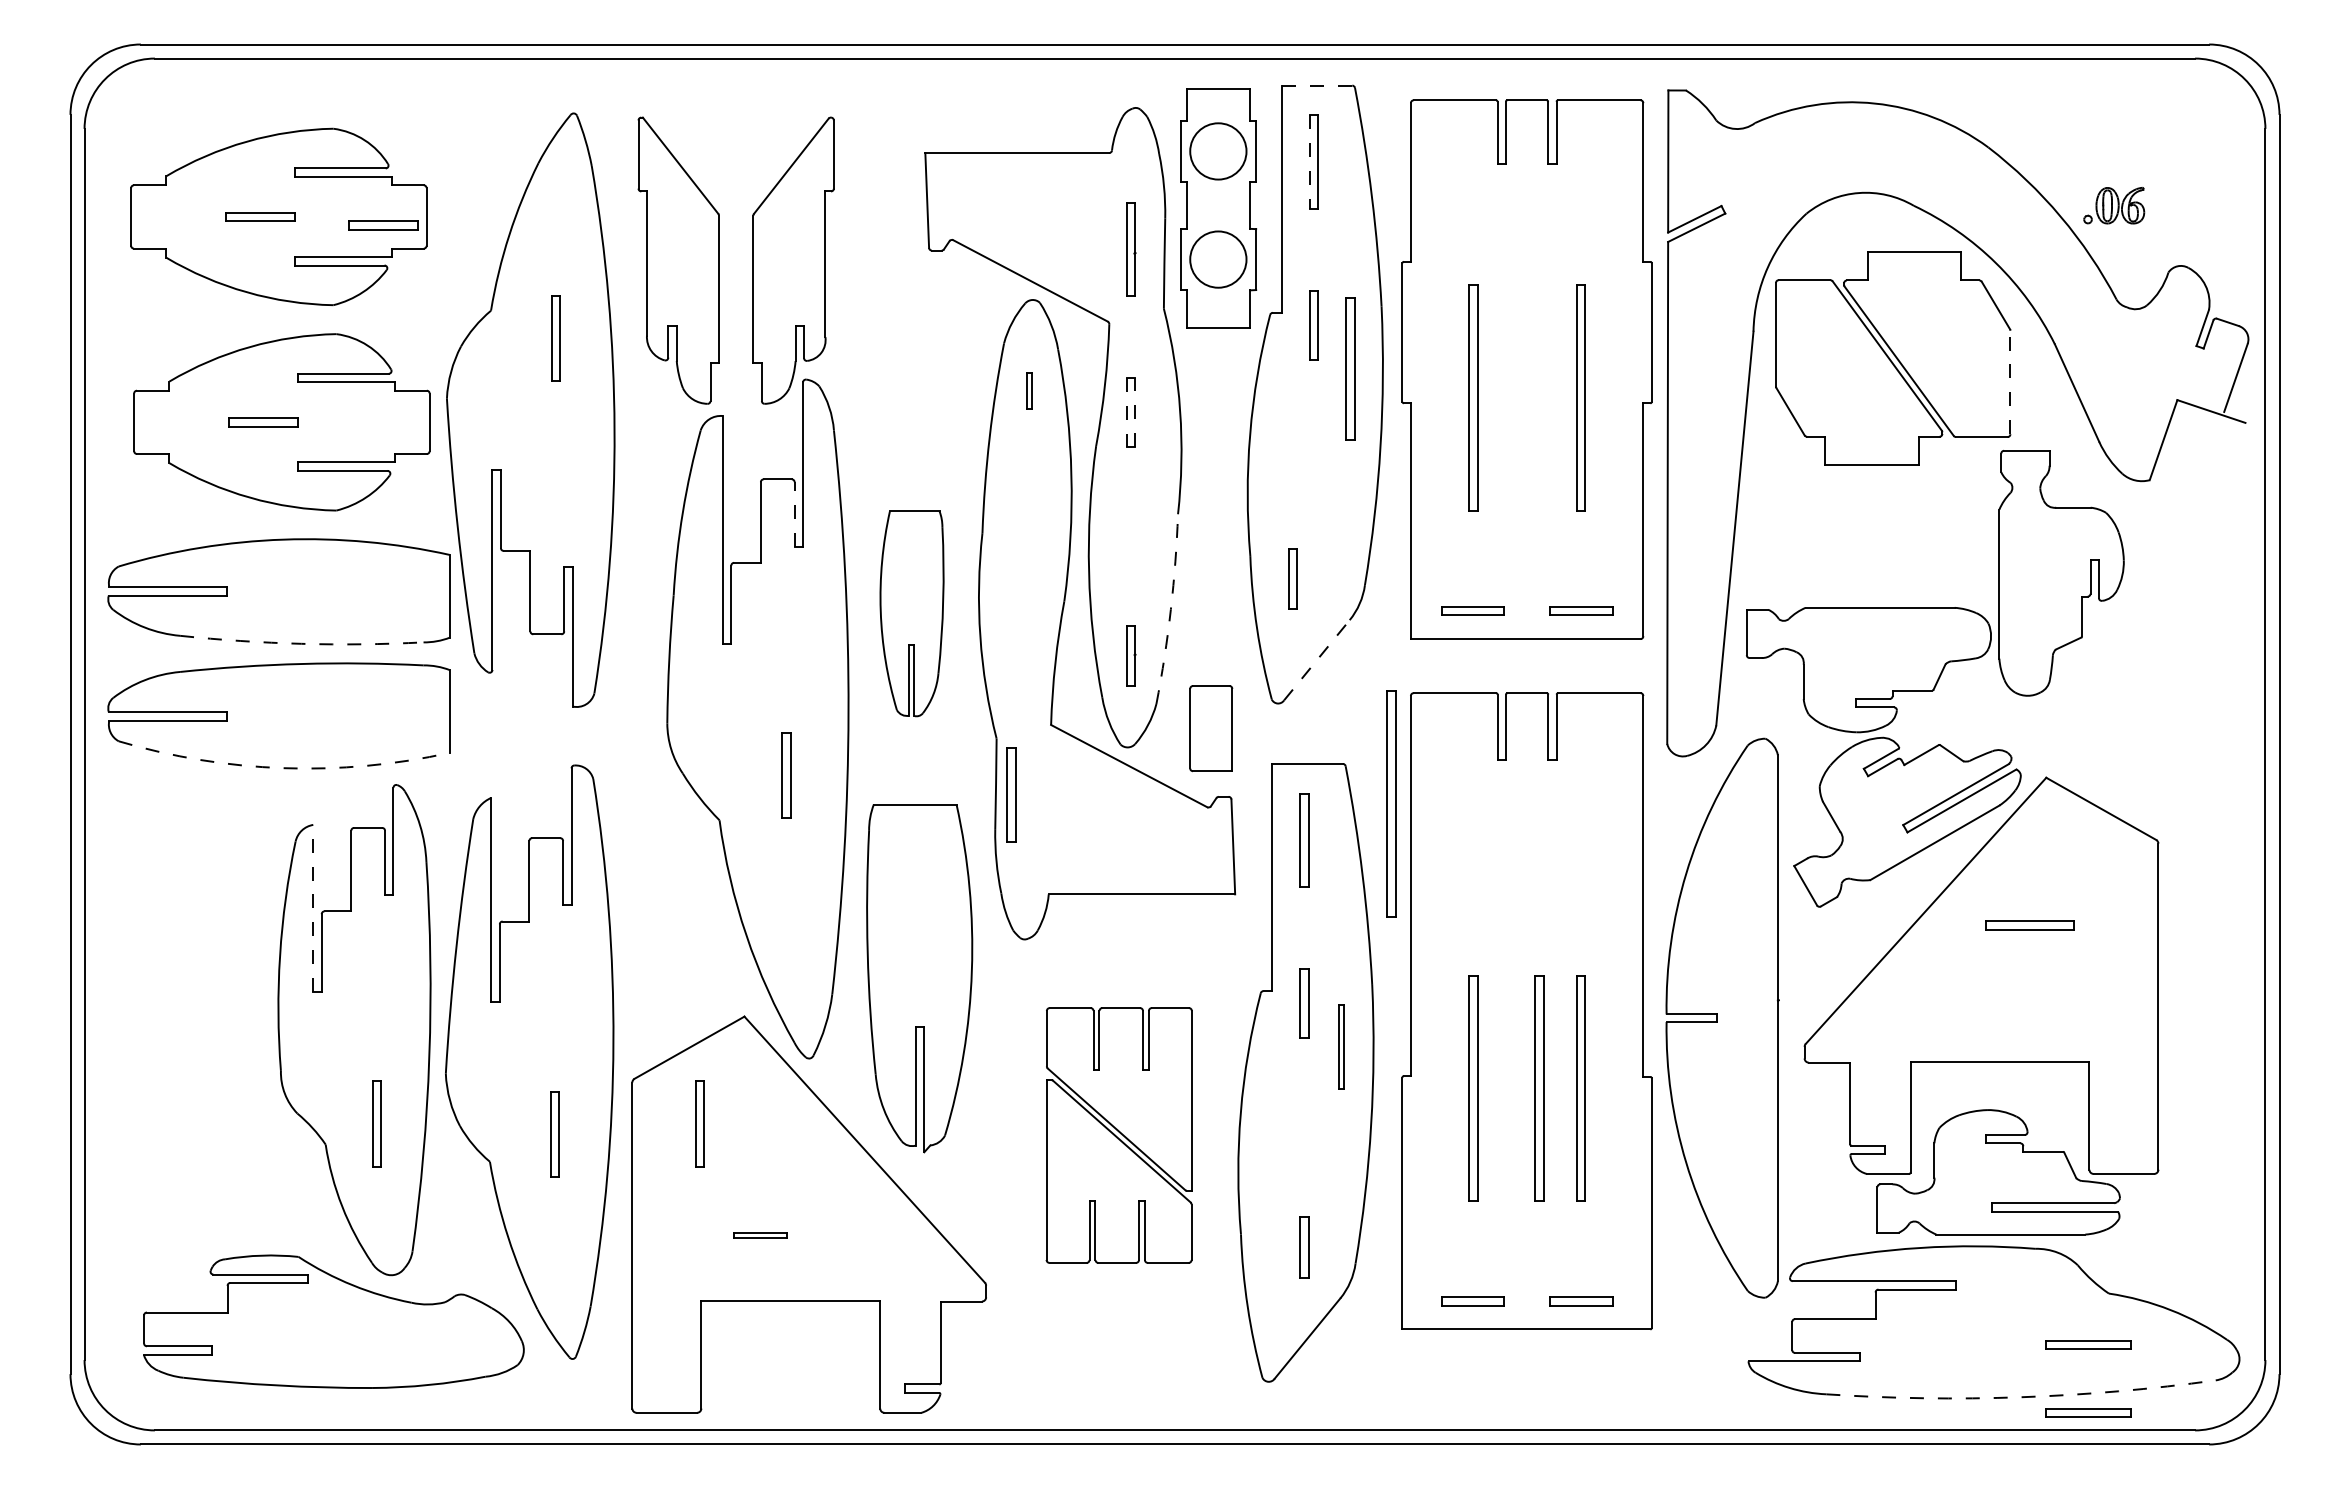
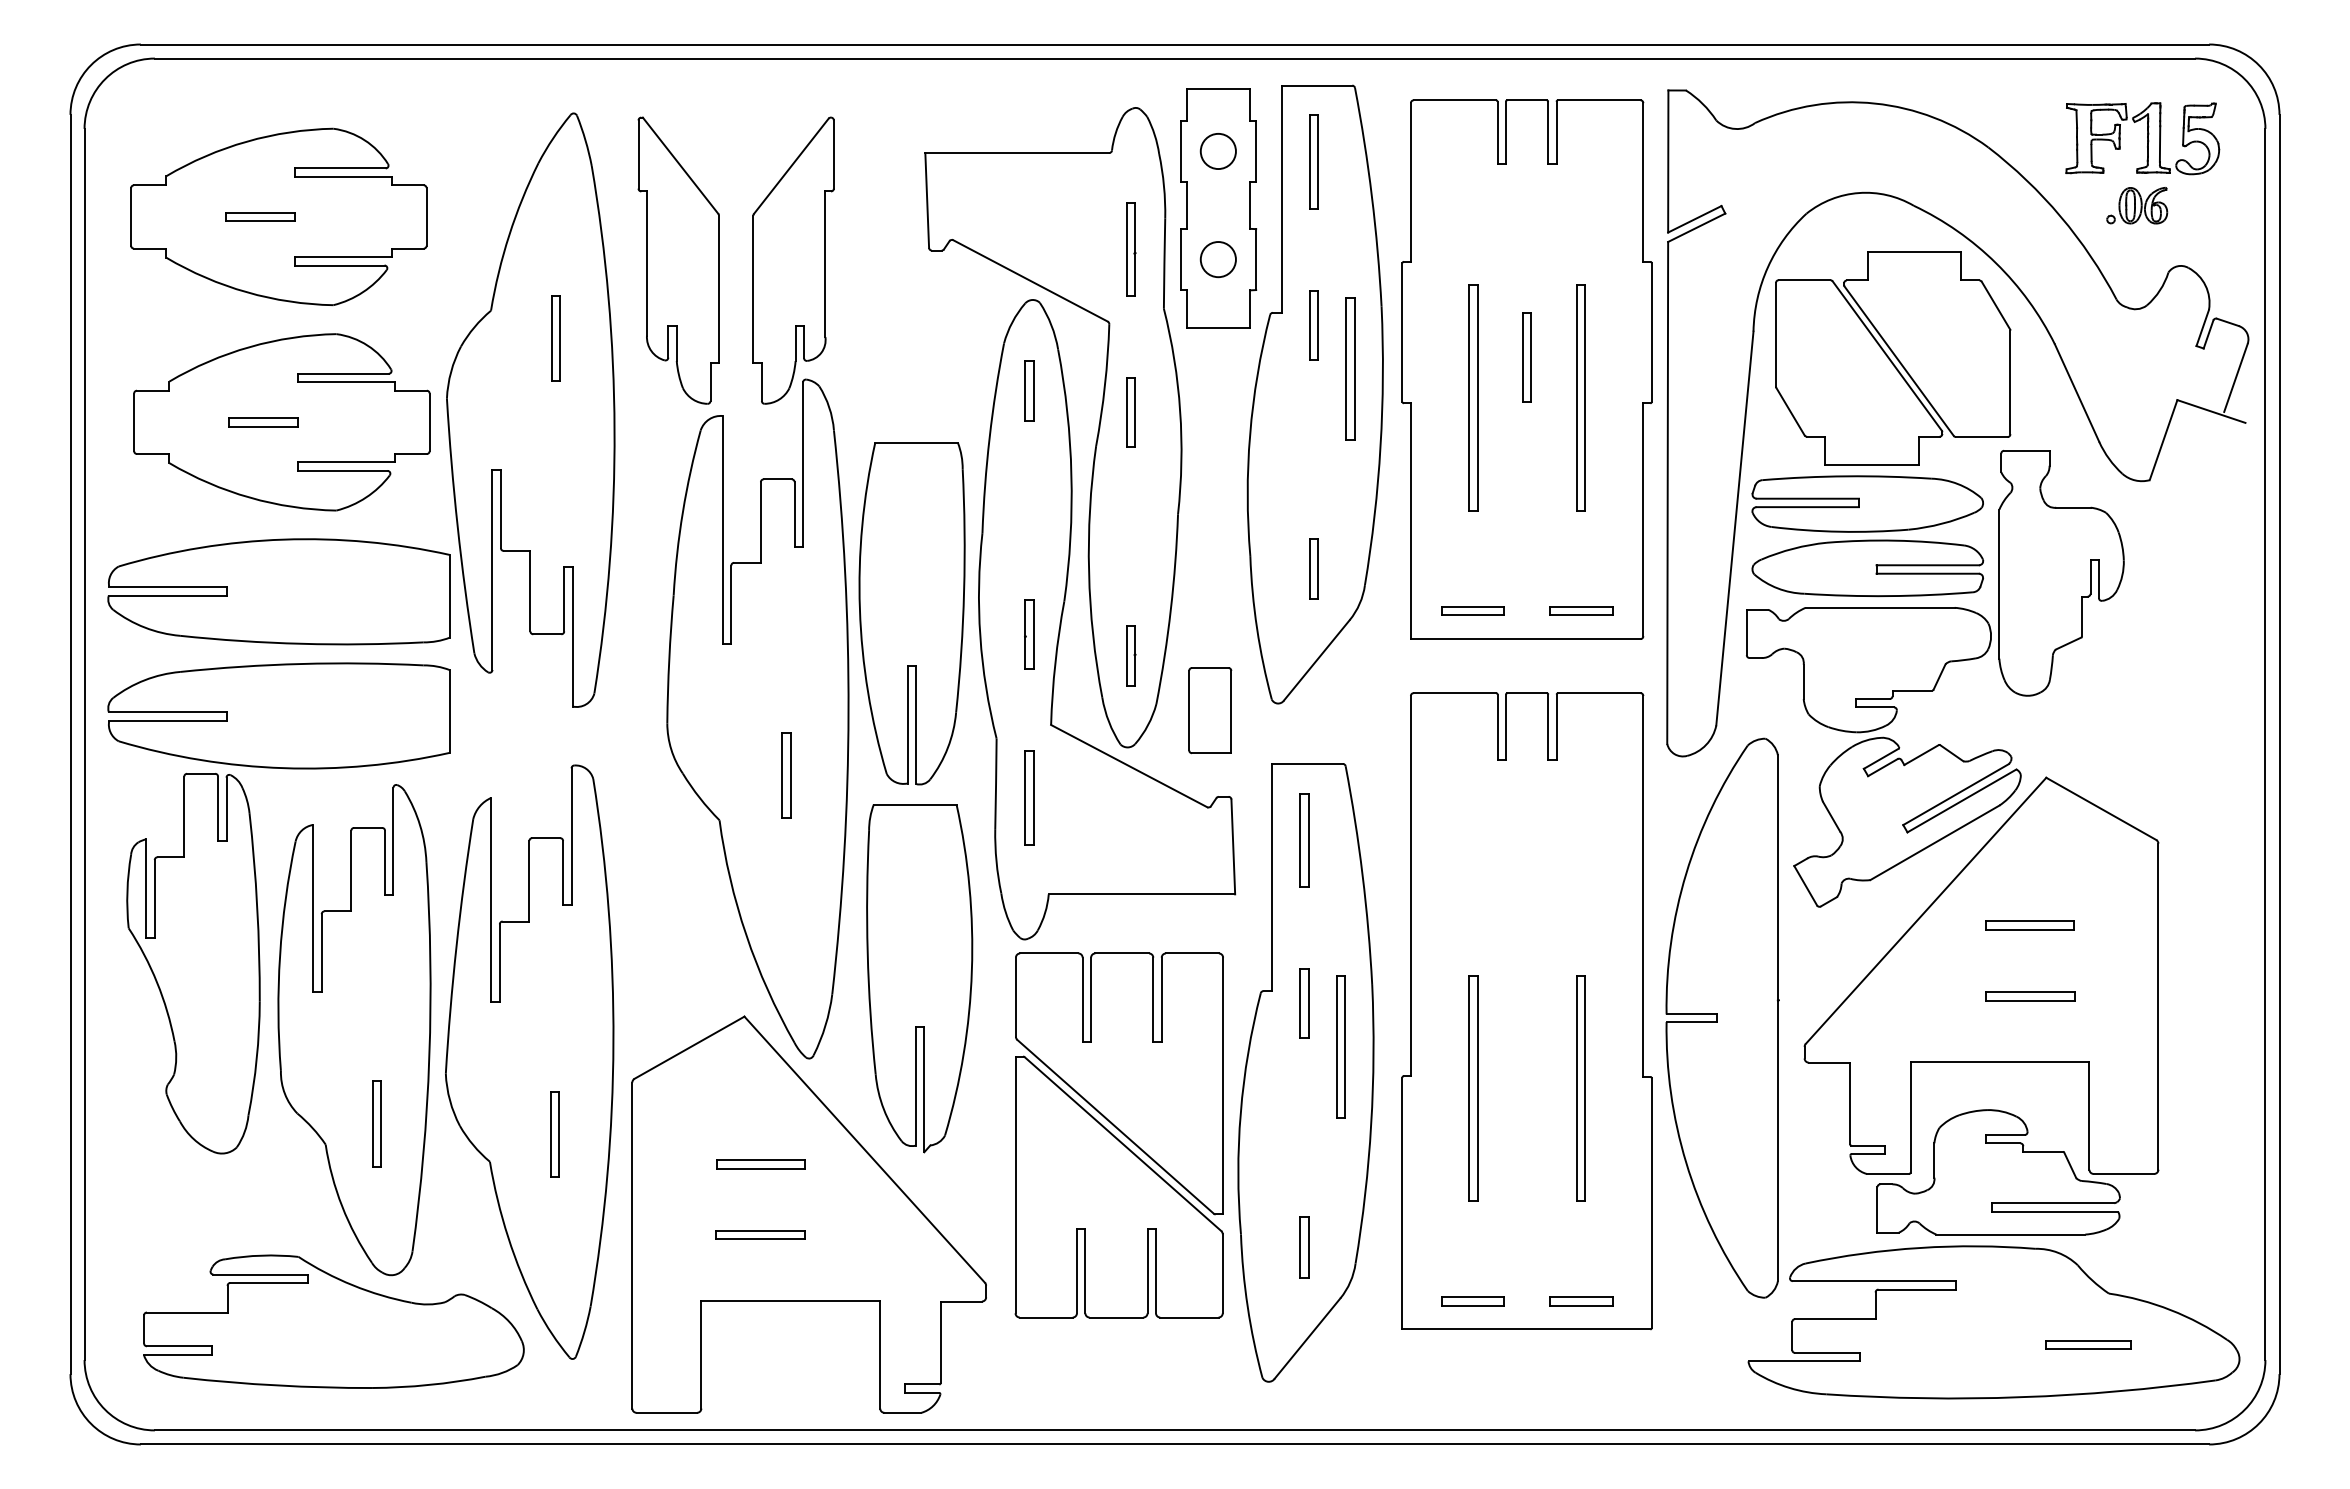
line at (1316, 85): dashed -> solid
part at (2142, 138): none -> present
circle at (1218, 151) diameter: 56 px -> 35 px
line at (1309, 162): dashed -> solid
part at (2114, 205) position: (2114, 205) -> (2137, 205)
part at (383, 225): present -> none
circle at (1218, 259) diameter: 56 px -> 35 px
part at (1526, 357): none -> present
line at (2010, 382): dashed -> solid
part at (1029, 390) size: 7x38 px -> 11x62 px
line at (1135, 411): dashed -> solid
line at (1126, 412): dashed -> solid
line at (794, 513): dashed -> solid
part at (1867, 536): none -> present
part at (1292, 578) position: (1292, 578) -> (1313, 568)
arc at (1170, 609): dashed -> solid
part at (911, 613) size: 66x208 px -> 108x344 px
part at (1029, 634): none -> present
arc at (301, 643): dashed -> solid
line at (1316, 660): dashed -> solid
part at (1211, 728) position: (1211, 728) -> (1210, 710)
arc at (283, 768): dashed -> solid
part at (1011, 794) position: (1011, 794) -> (1029, 797)
part at (1391, 803): present -> none
line at (313, 908): dashed -> solid
part at (193, 963): none -> present
part at (2030, 996): none -> present
part at (1341, 1046) size: 7x86 px -> 10x144 px
part at (1539, 1088): present -> none
part at (699, 1123): present -> none
part at (1118, 1135) size: 148x257 px -> 210x367 px
part at (760, 1164): none -> present
part at (760, 1235) size: 55x7 px -> 91x10 px
arc at (2021, 1397): dashed -> solid
part at (2088, 1412): present -> none
